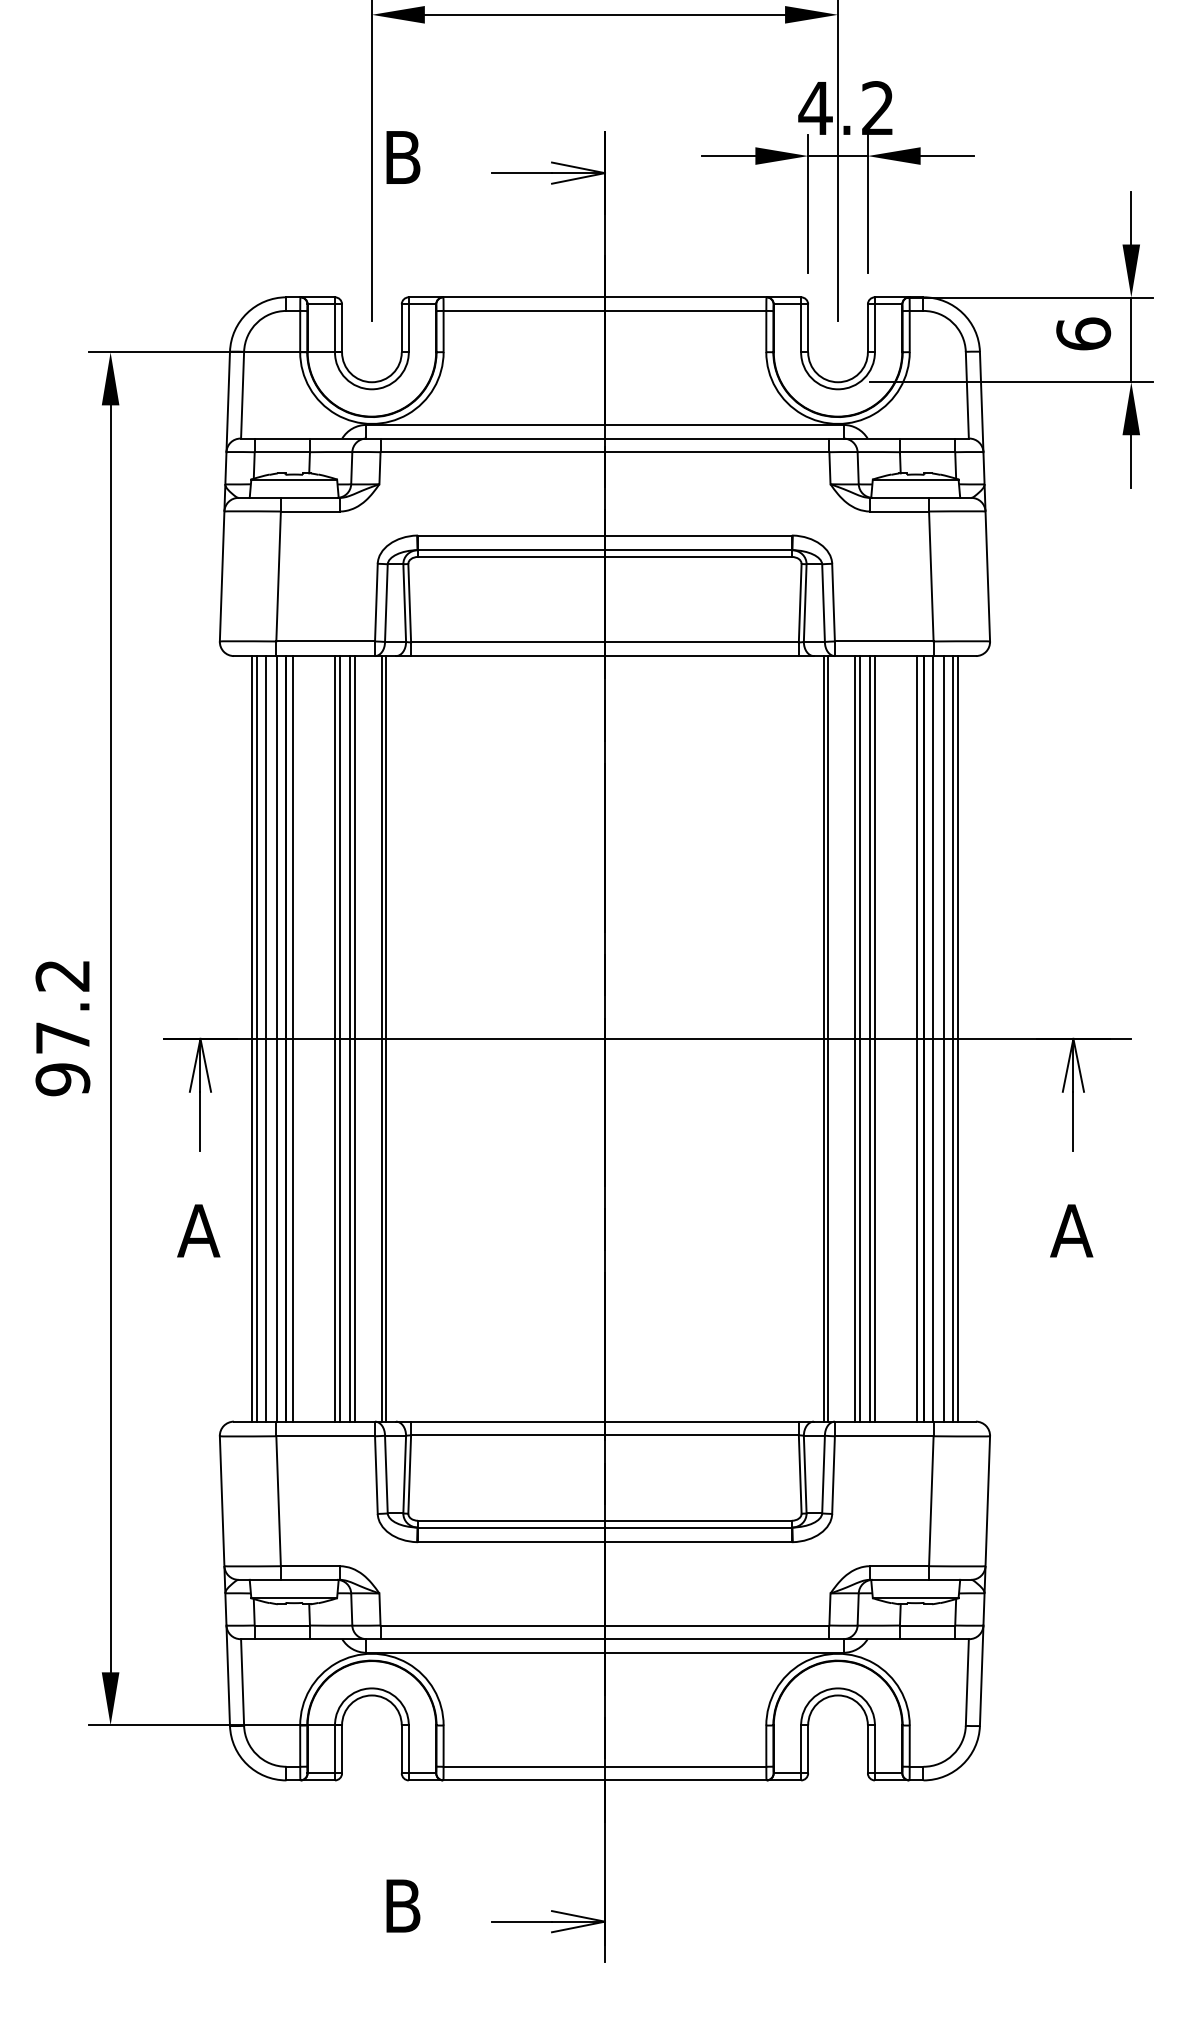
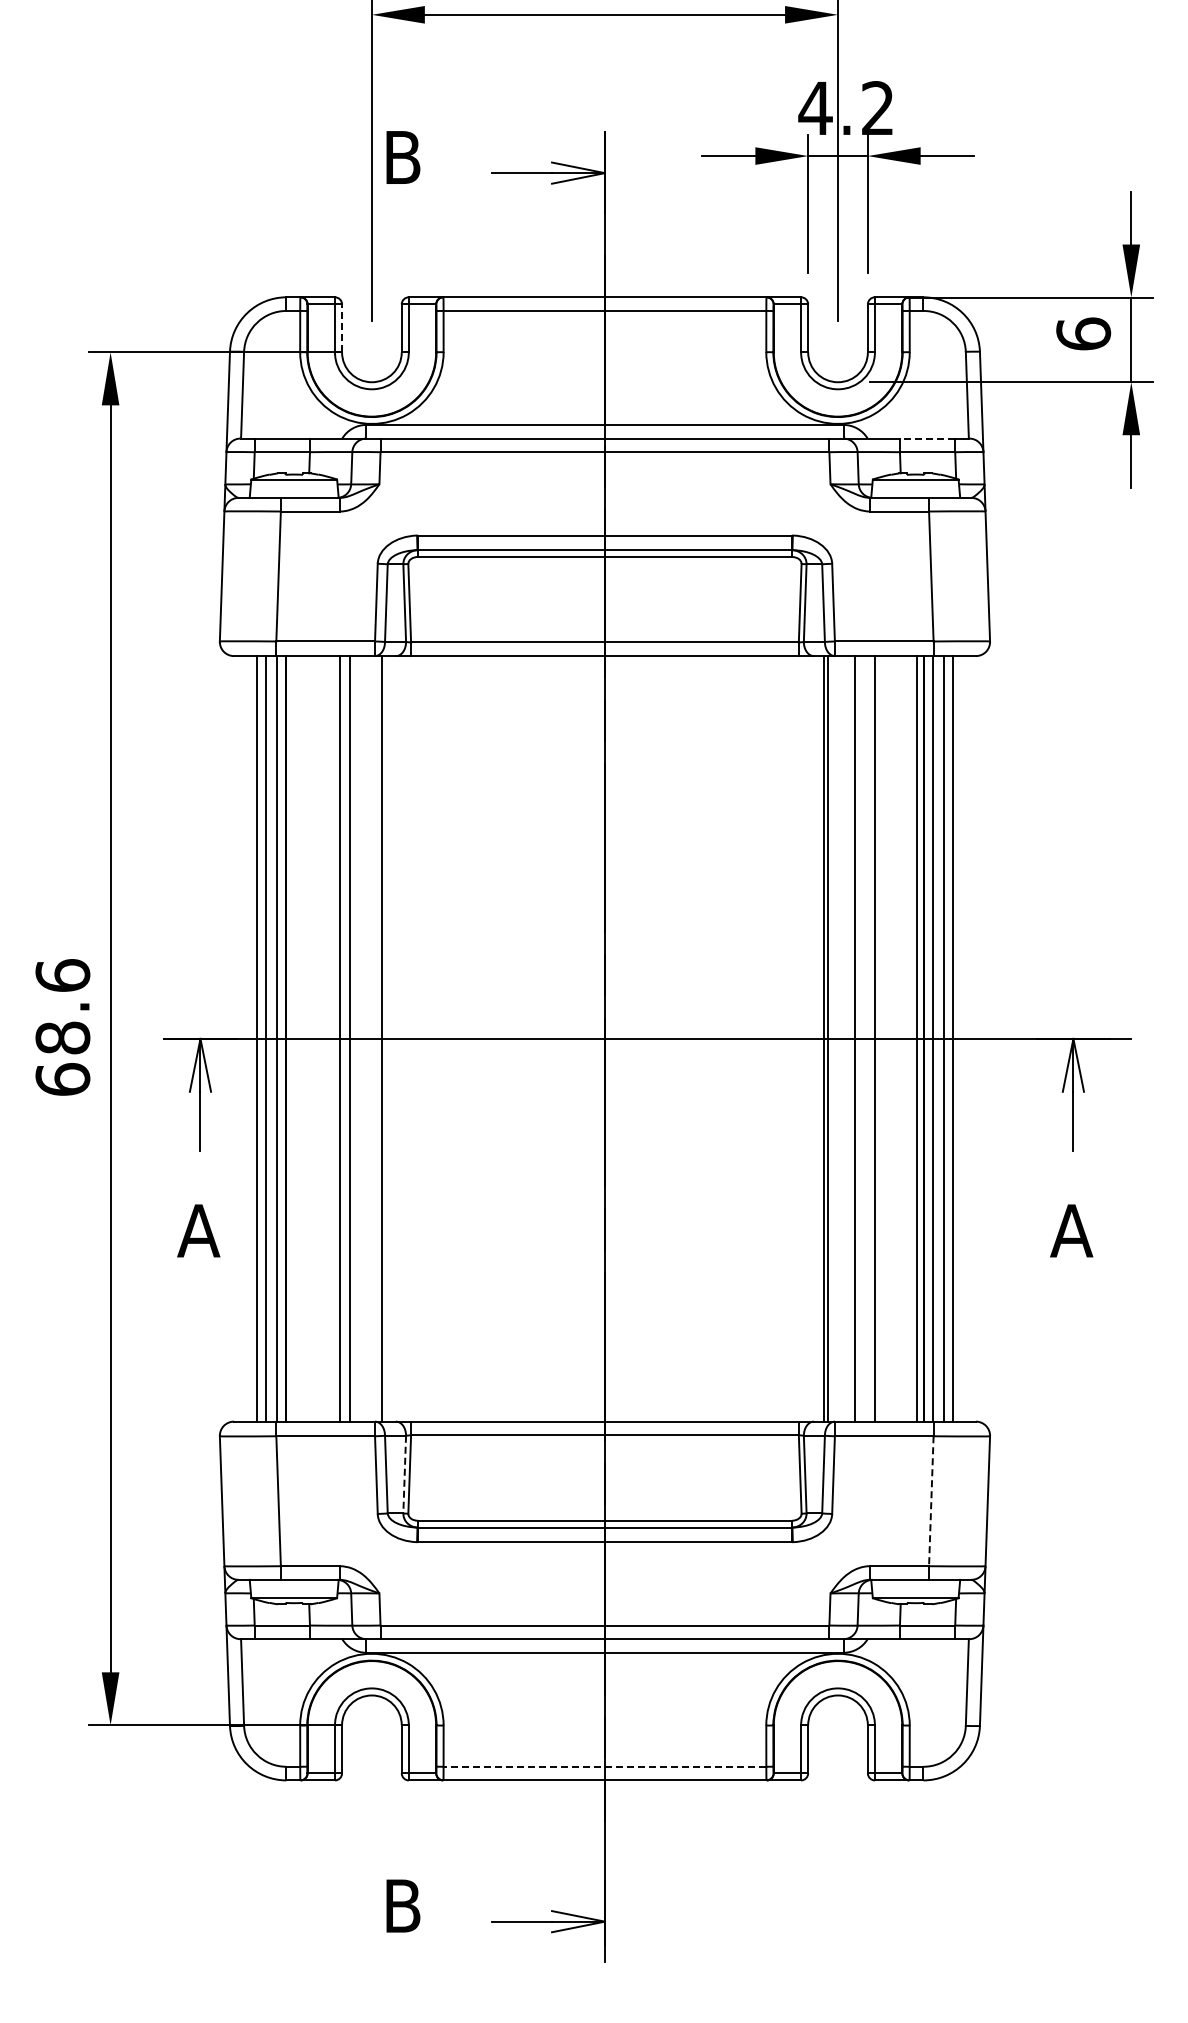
line at (342, 327): solid -> dashed
line at (927, 438): solid -> dashed
text at (62, 1027): 97.2 -> 68.6
line at (251, 1038): present -> none
line at (293, 1038): present -> none
line at (335, 1038): present -> none
line at (355, 1038): present -> none
line at (386, 1038): present -> none
line at (859, 1038): present -> none
line at (869, 1038): present -> none
line at (958, 1038): present -> none
line at (404, 1474): solid -> dashed
line at (931, 1501): solid -> dashed
line at (604, 1766): solid -> dashed
